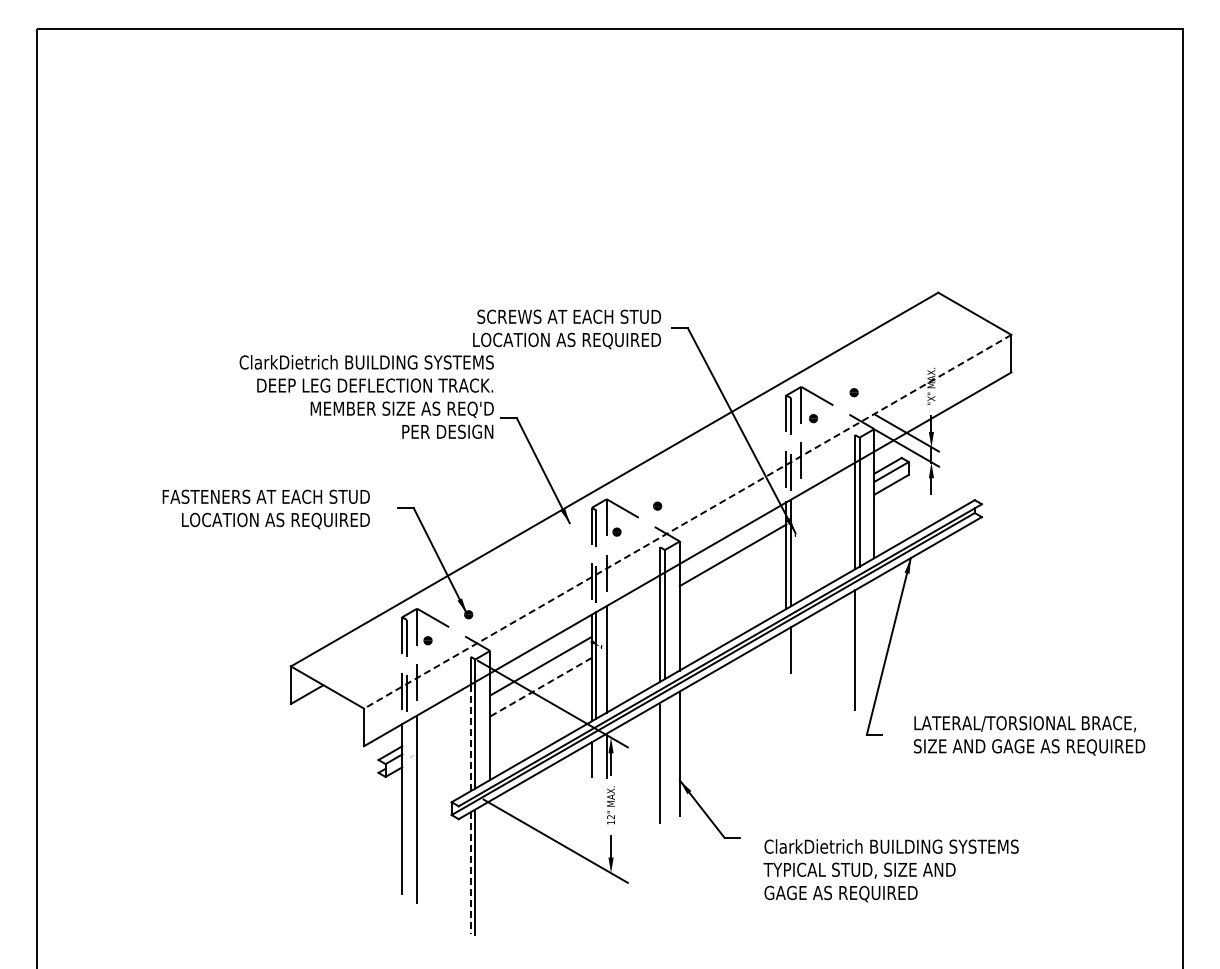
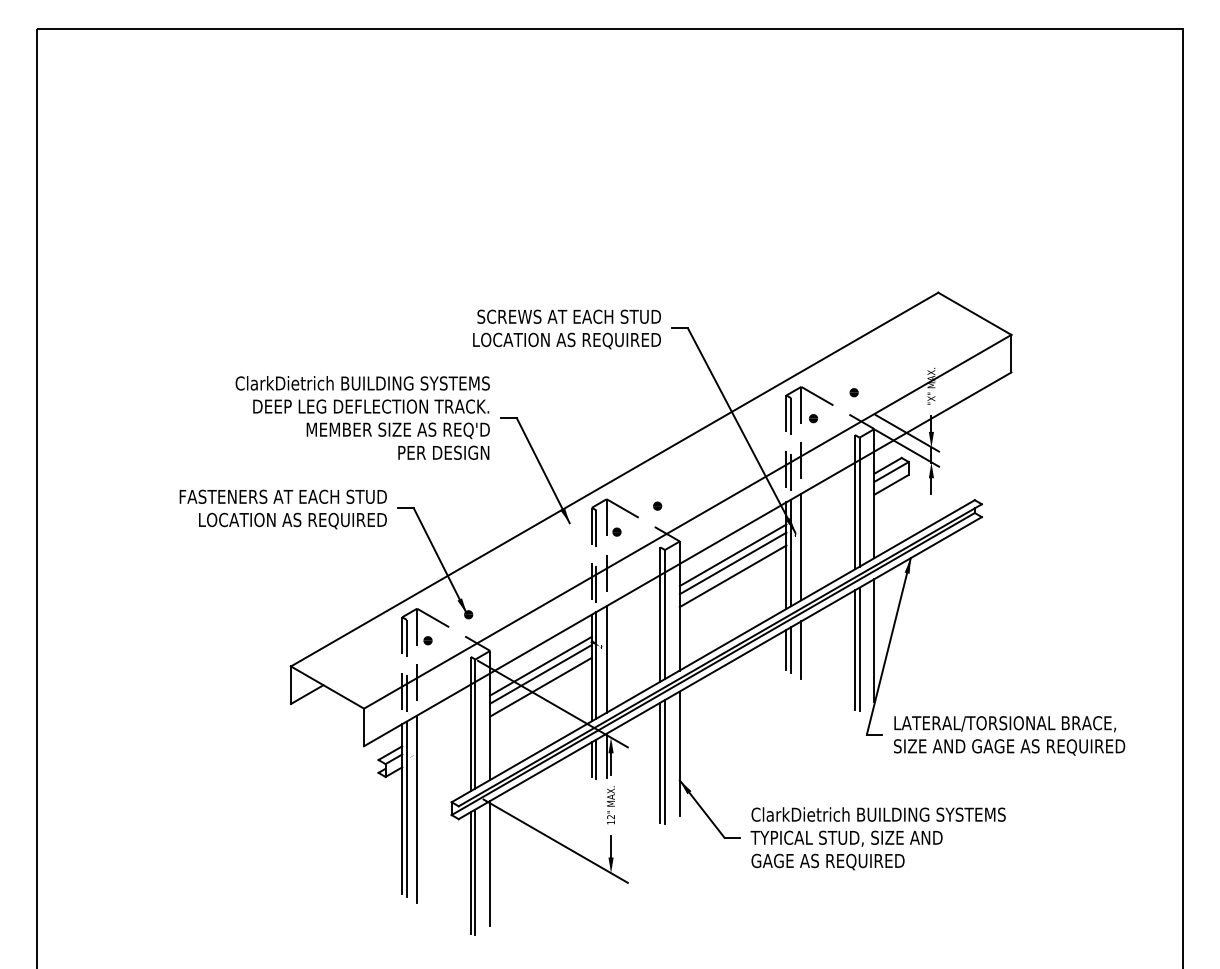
text at (366, 396) position: (366, 396) -> (362, 417)
text at (265, 509) position: (265, 509) -> (282, 509)
line at (687, 521): dashed -> solid
line at (801, 546): none -> present
line at (732, 563): none -> present
line at (732, 576): none -> present
line at (874, 640): none -> present
line at (859, 648): none -> present
line at (786, 649): none -> present
line at (801, 649): none -> present
line at (540, 674): none -> present
line at (541, 687): dashed -> solid
text at (1029, 735) position: (1029, 735) -> (1009, 735)
line at (470, 738): dashed -> solid
line at (596, 759): none -> present
line at (664, 762): none -> present
line at (406, 808): none -> present
line at (490, 863): none -> present
text at (890, 870) position: (890, 870) -> (877, 838)
line at (470, 872): dashed -> solid
